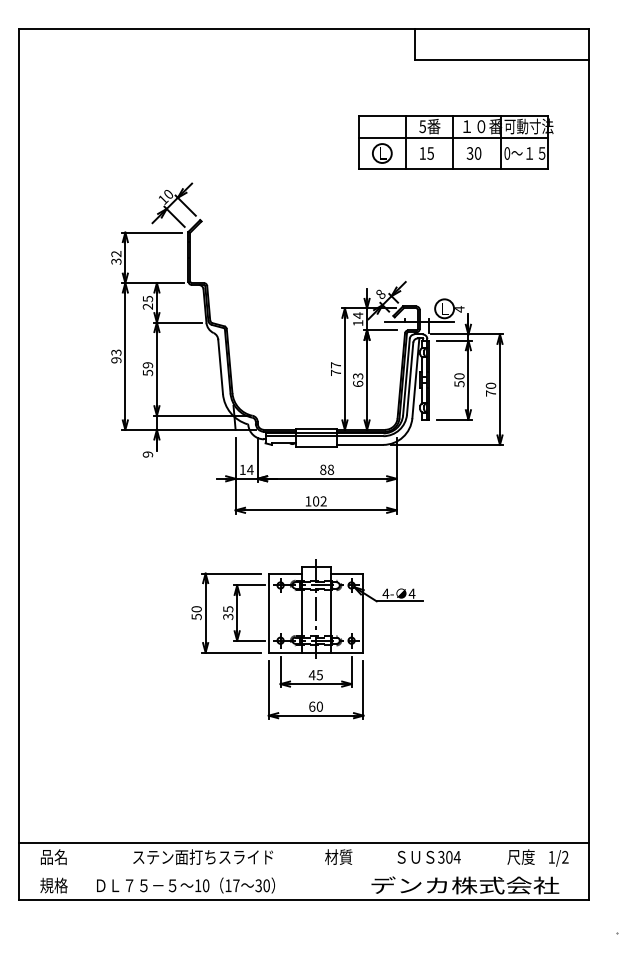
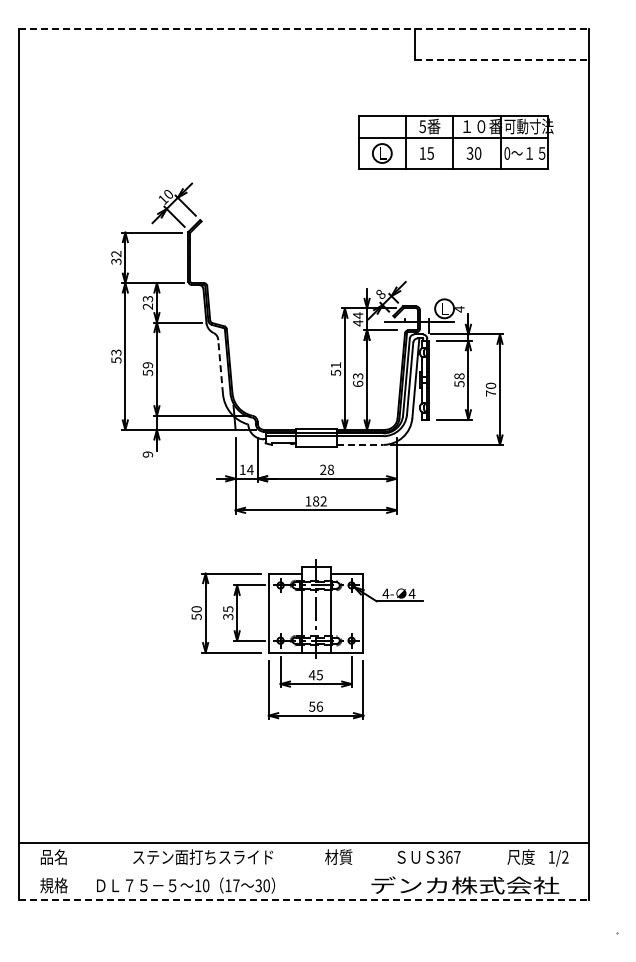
line at (303, 28): solid -> dashed
line at (501, 60): solid -> dashed
text at (147, 298): 25 -> 23
text at (358, 322): 14 -> 44
text at (116, 360): 93 -> 53
line at (220, 366): solid -> dashed
text at (336, 369): 77 -> 51
text at (459, 376): 50 -> 58
line at (360, 444): solid -> dashed
text at (323, 469): 88 -> 28
text at (316, 501): 102 -> 182
text at (316, 706): 60 -> 56
text at (453, 857): 304 -> 367
line at (303, 899): solid -> dashed
